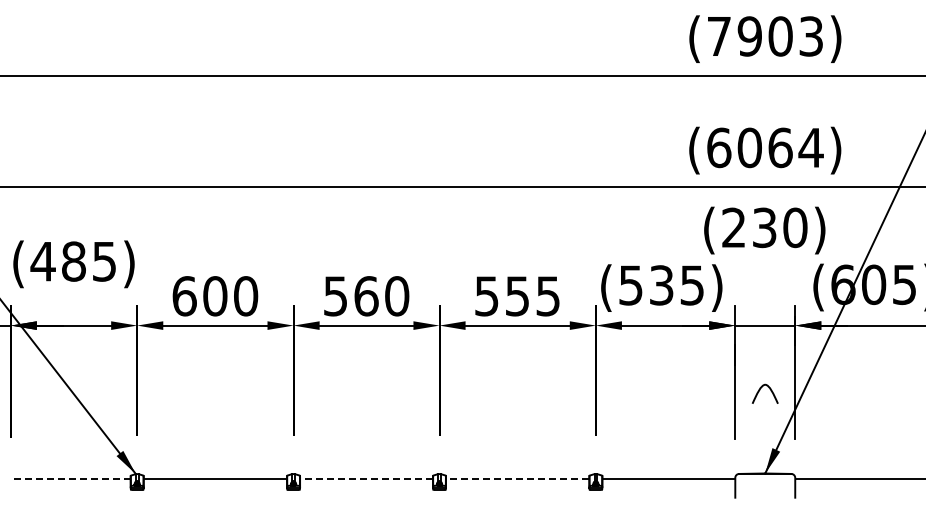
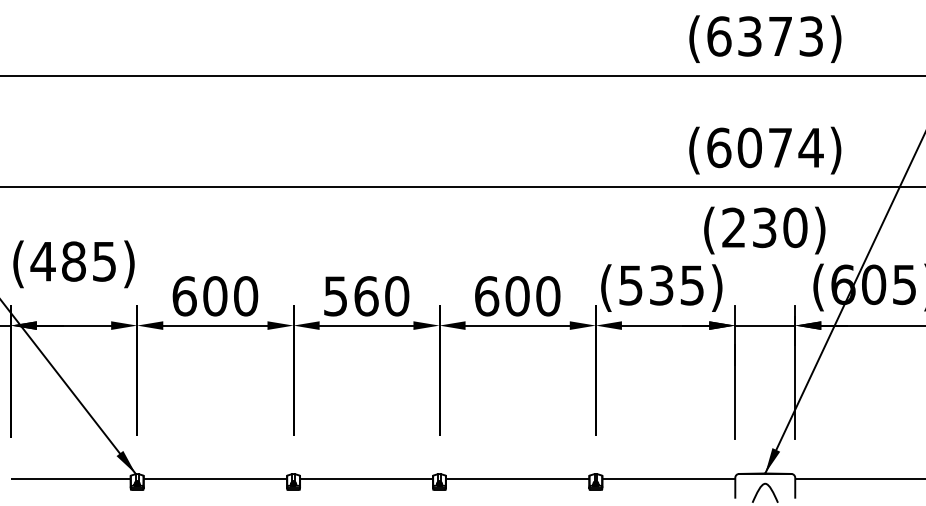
text at (749, 36): (7903) -> (6373)
text at (780, 147): (6064) -> (6074)
text at (517, 296): 555 -> 600
curve at (760, 390) position: (760, 390) -> (760, 489)
line at (70, 478): dashed -> solid
line at (366, 478): dashed -> solid
line at (517, 478): dashed -> solid
